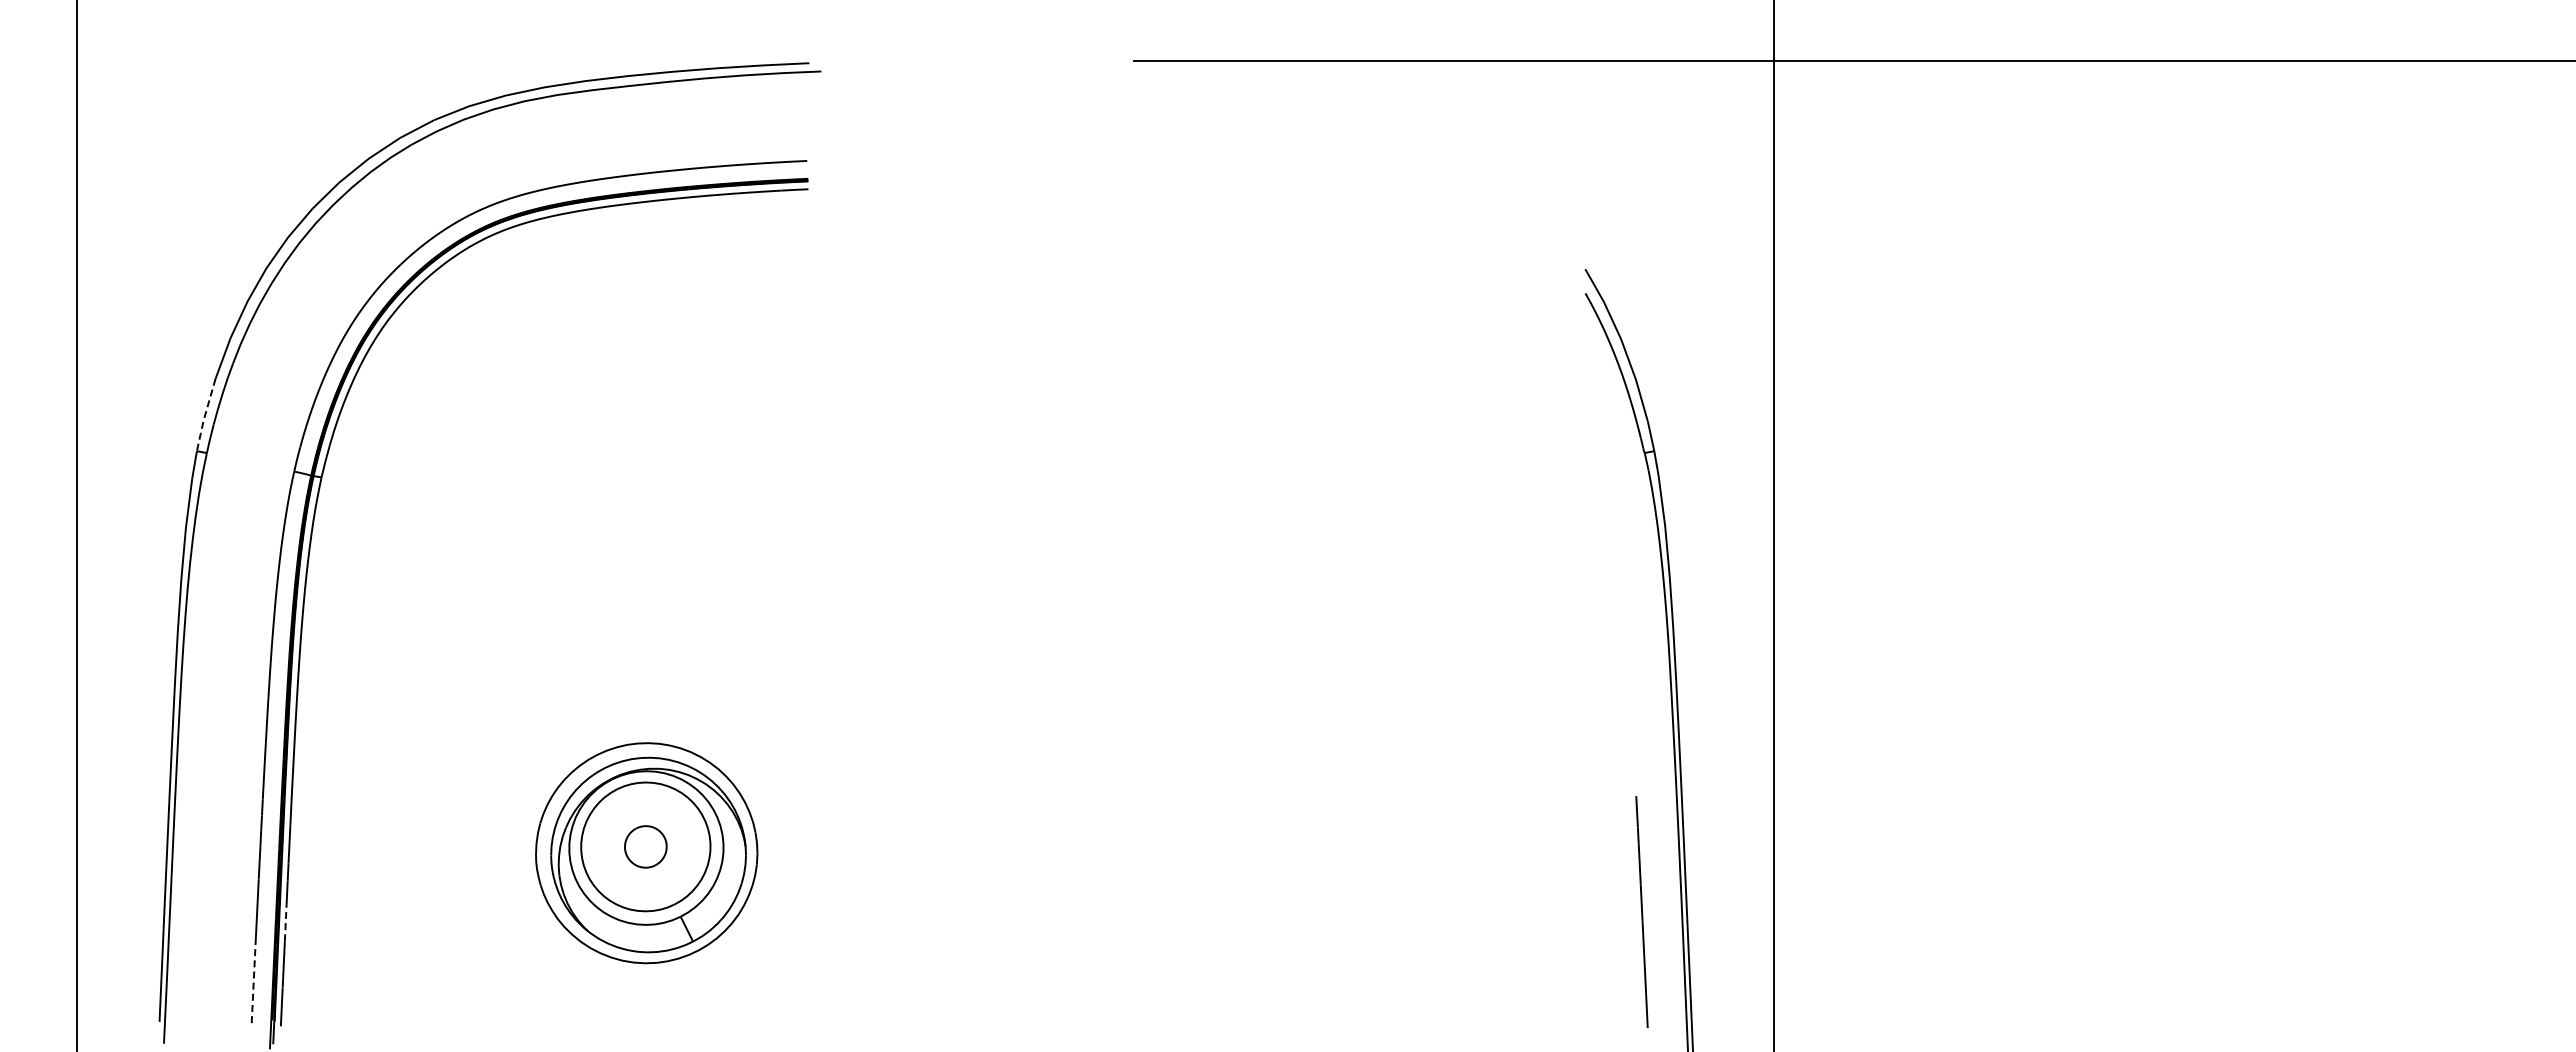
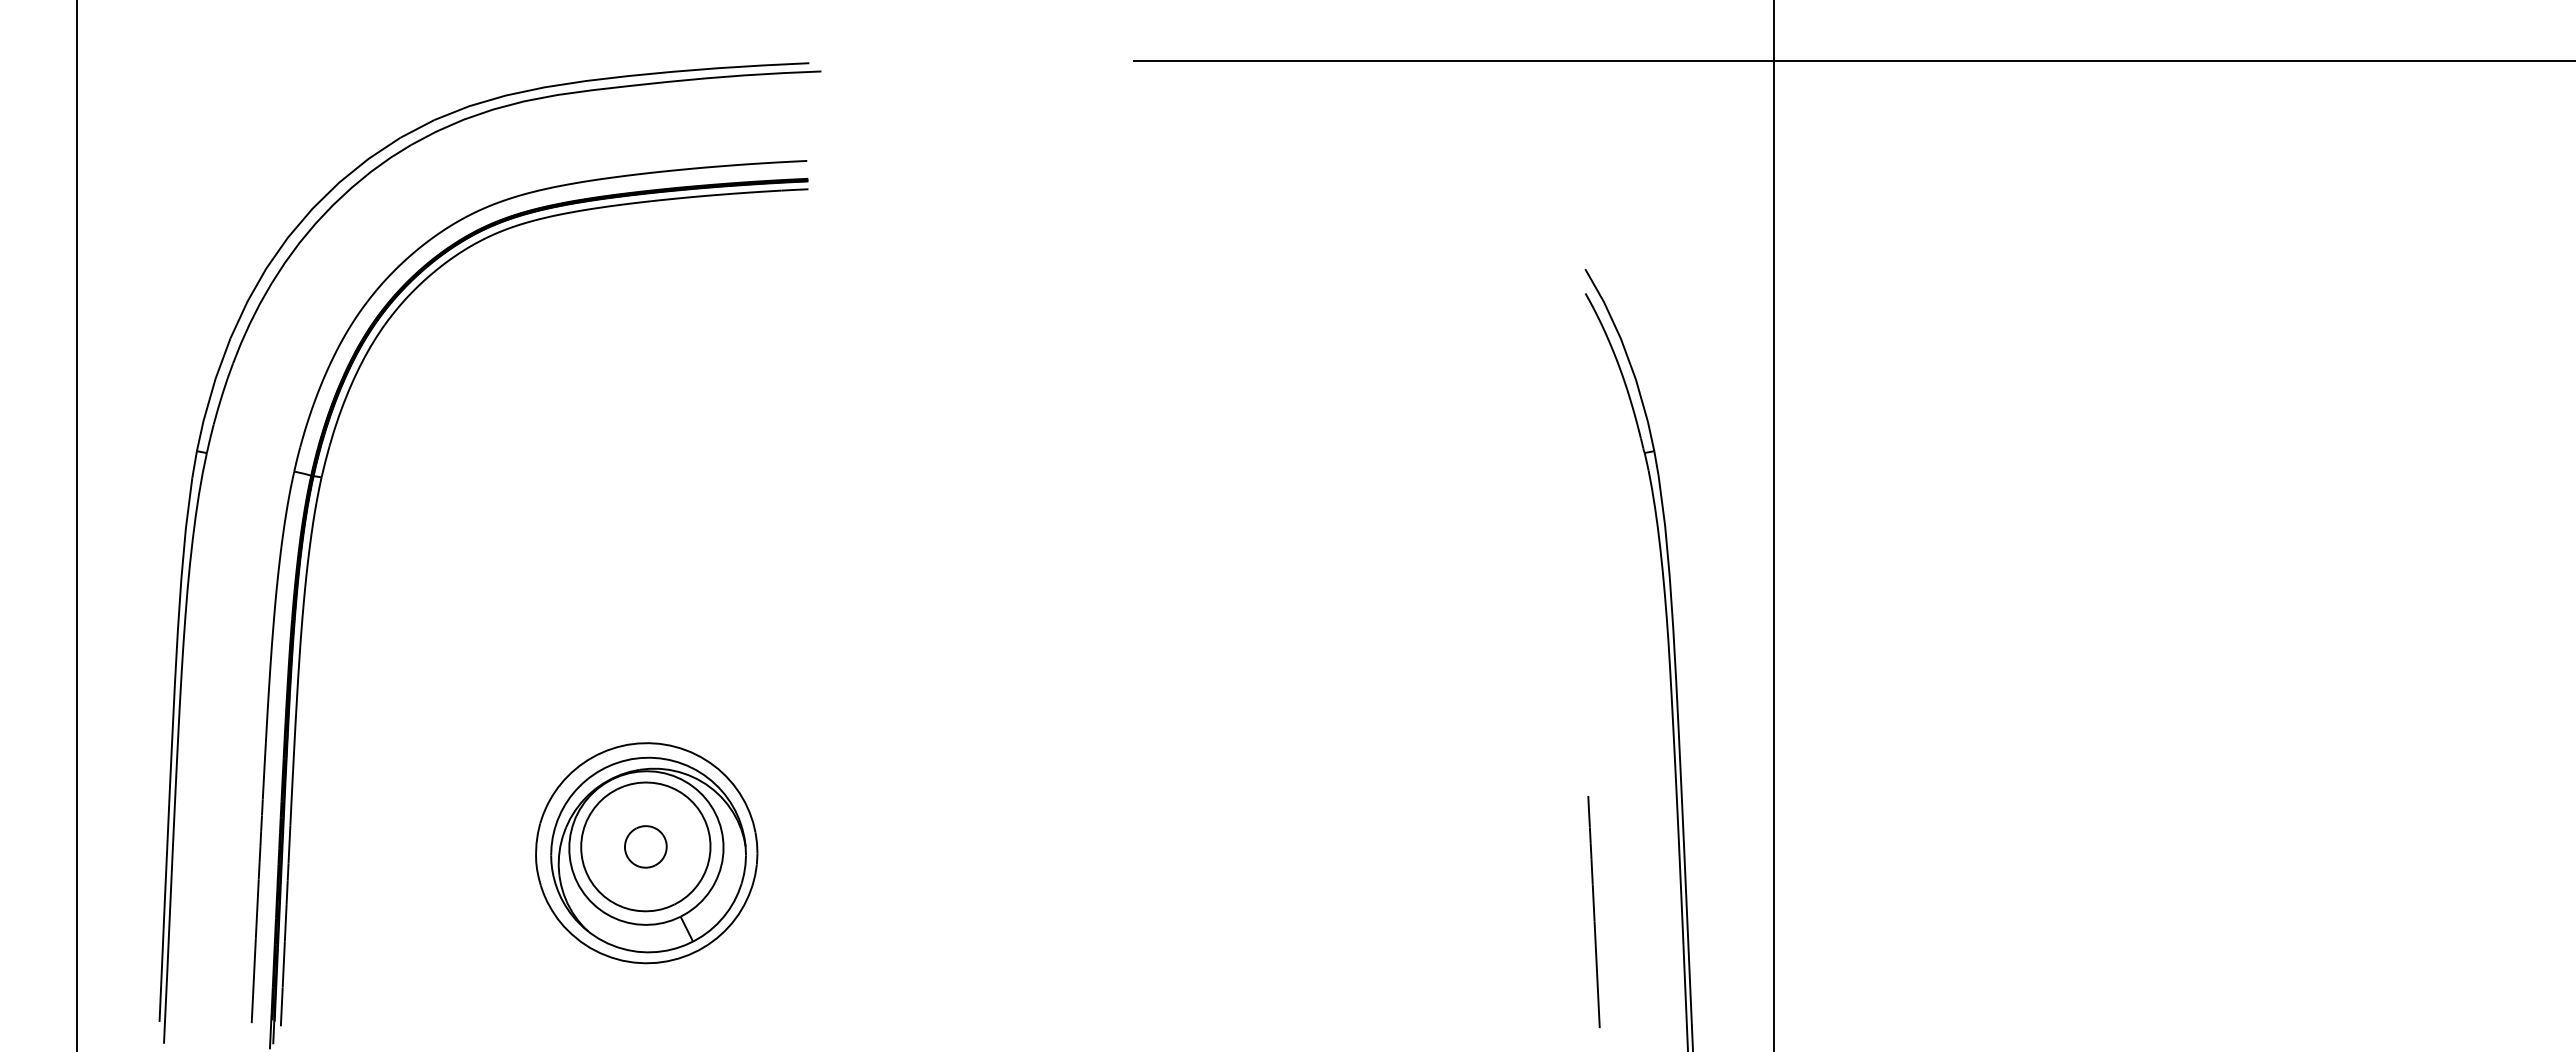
line at (205, 415): dashed -> solid
line at (1641, 912) position: (1641, 912) -> (1593, 912)
line at (285, 922): dashed -> solid
line at (253, 980): dashed -> solid
